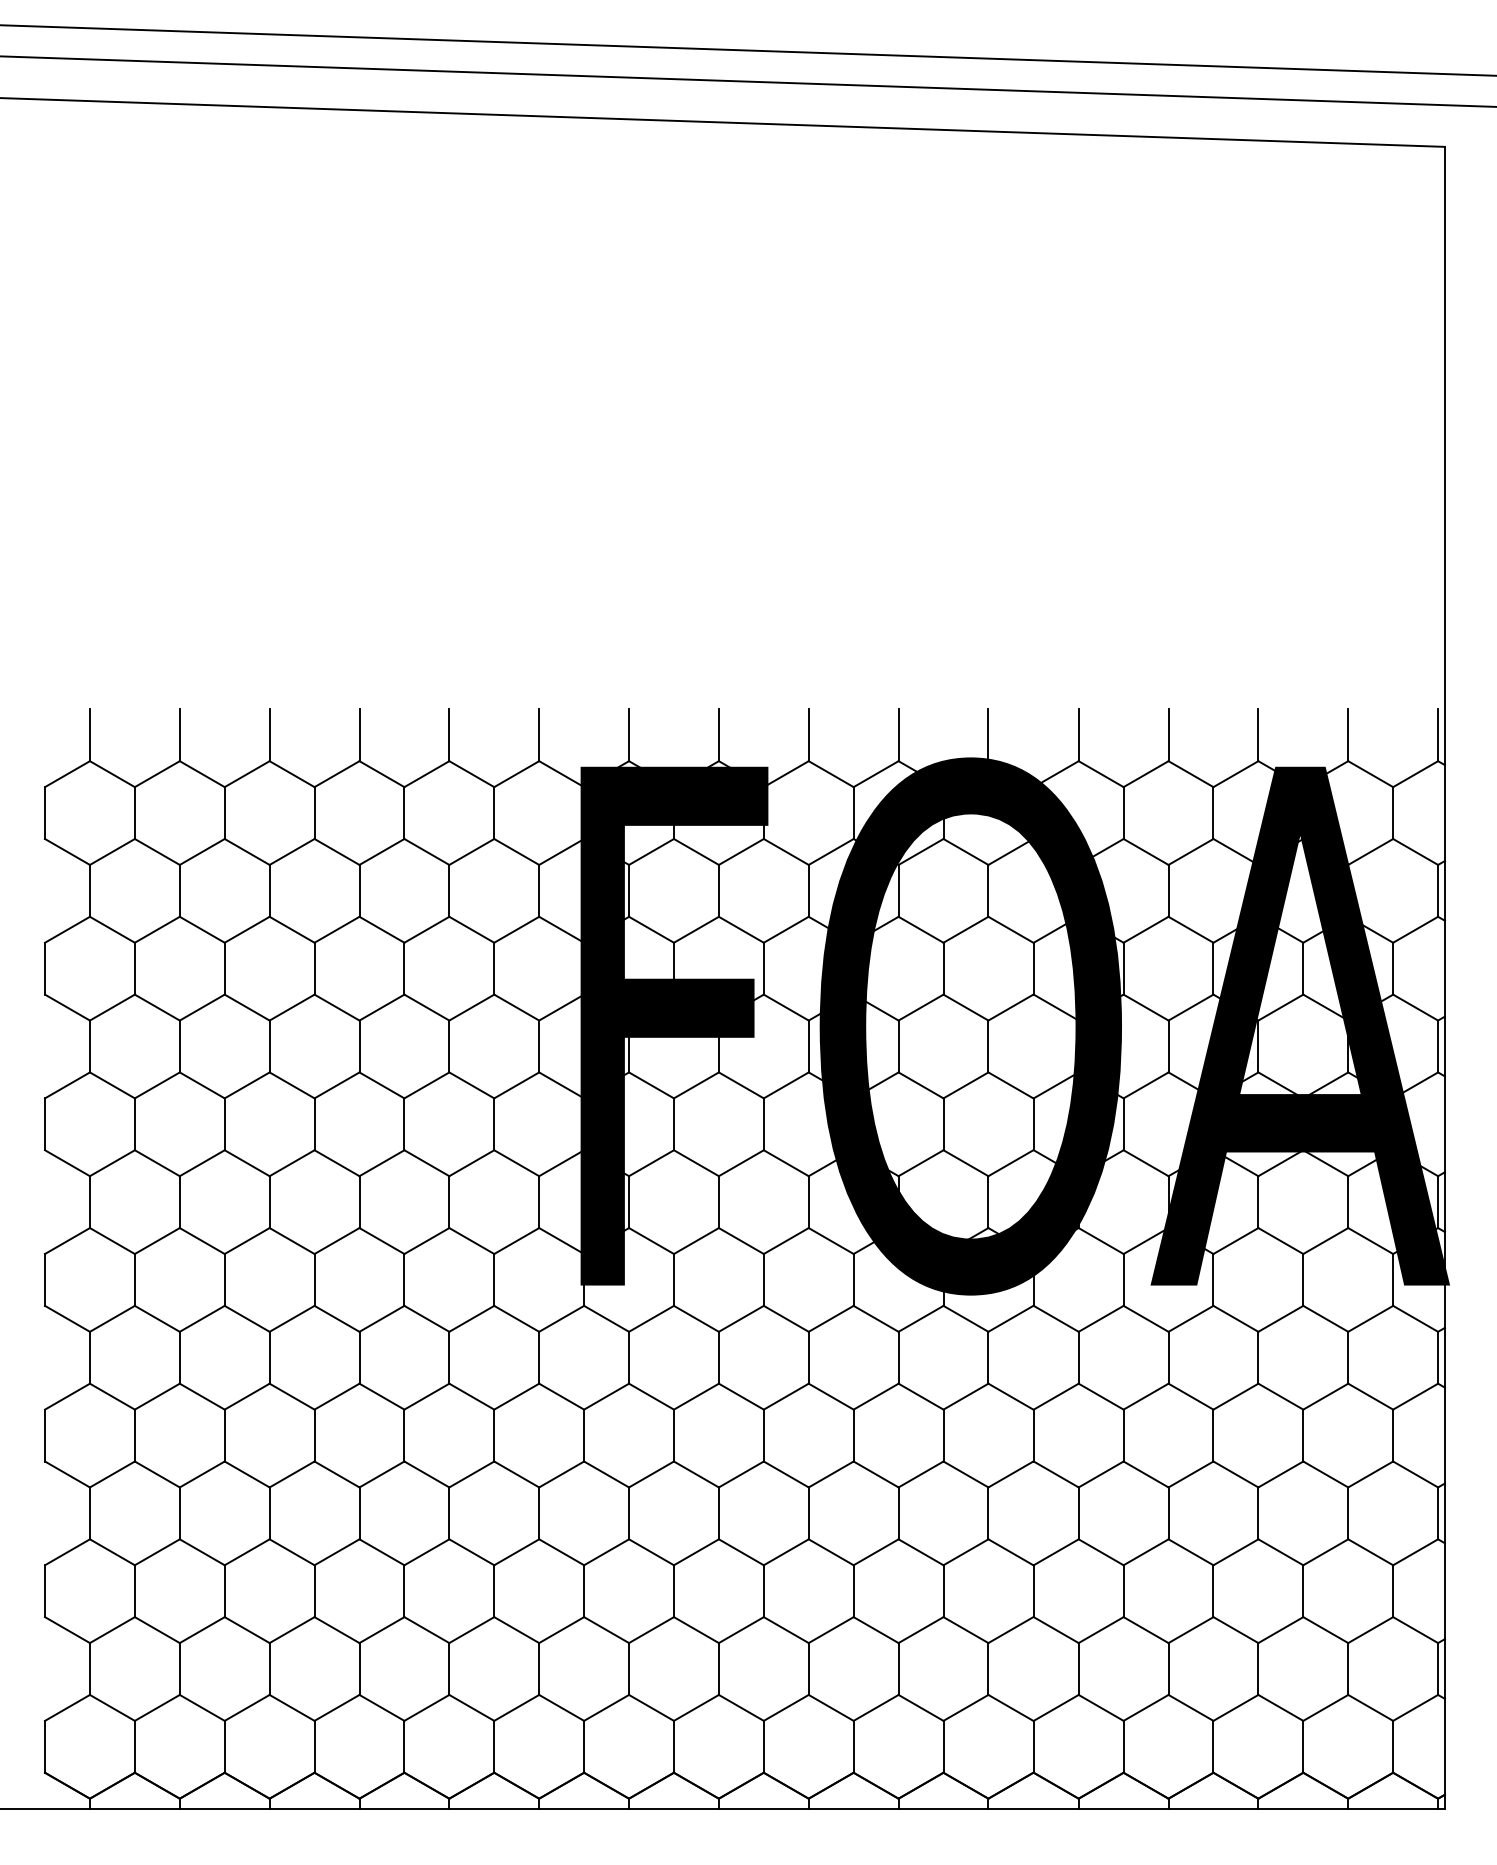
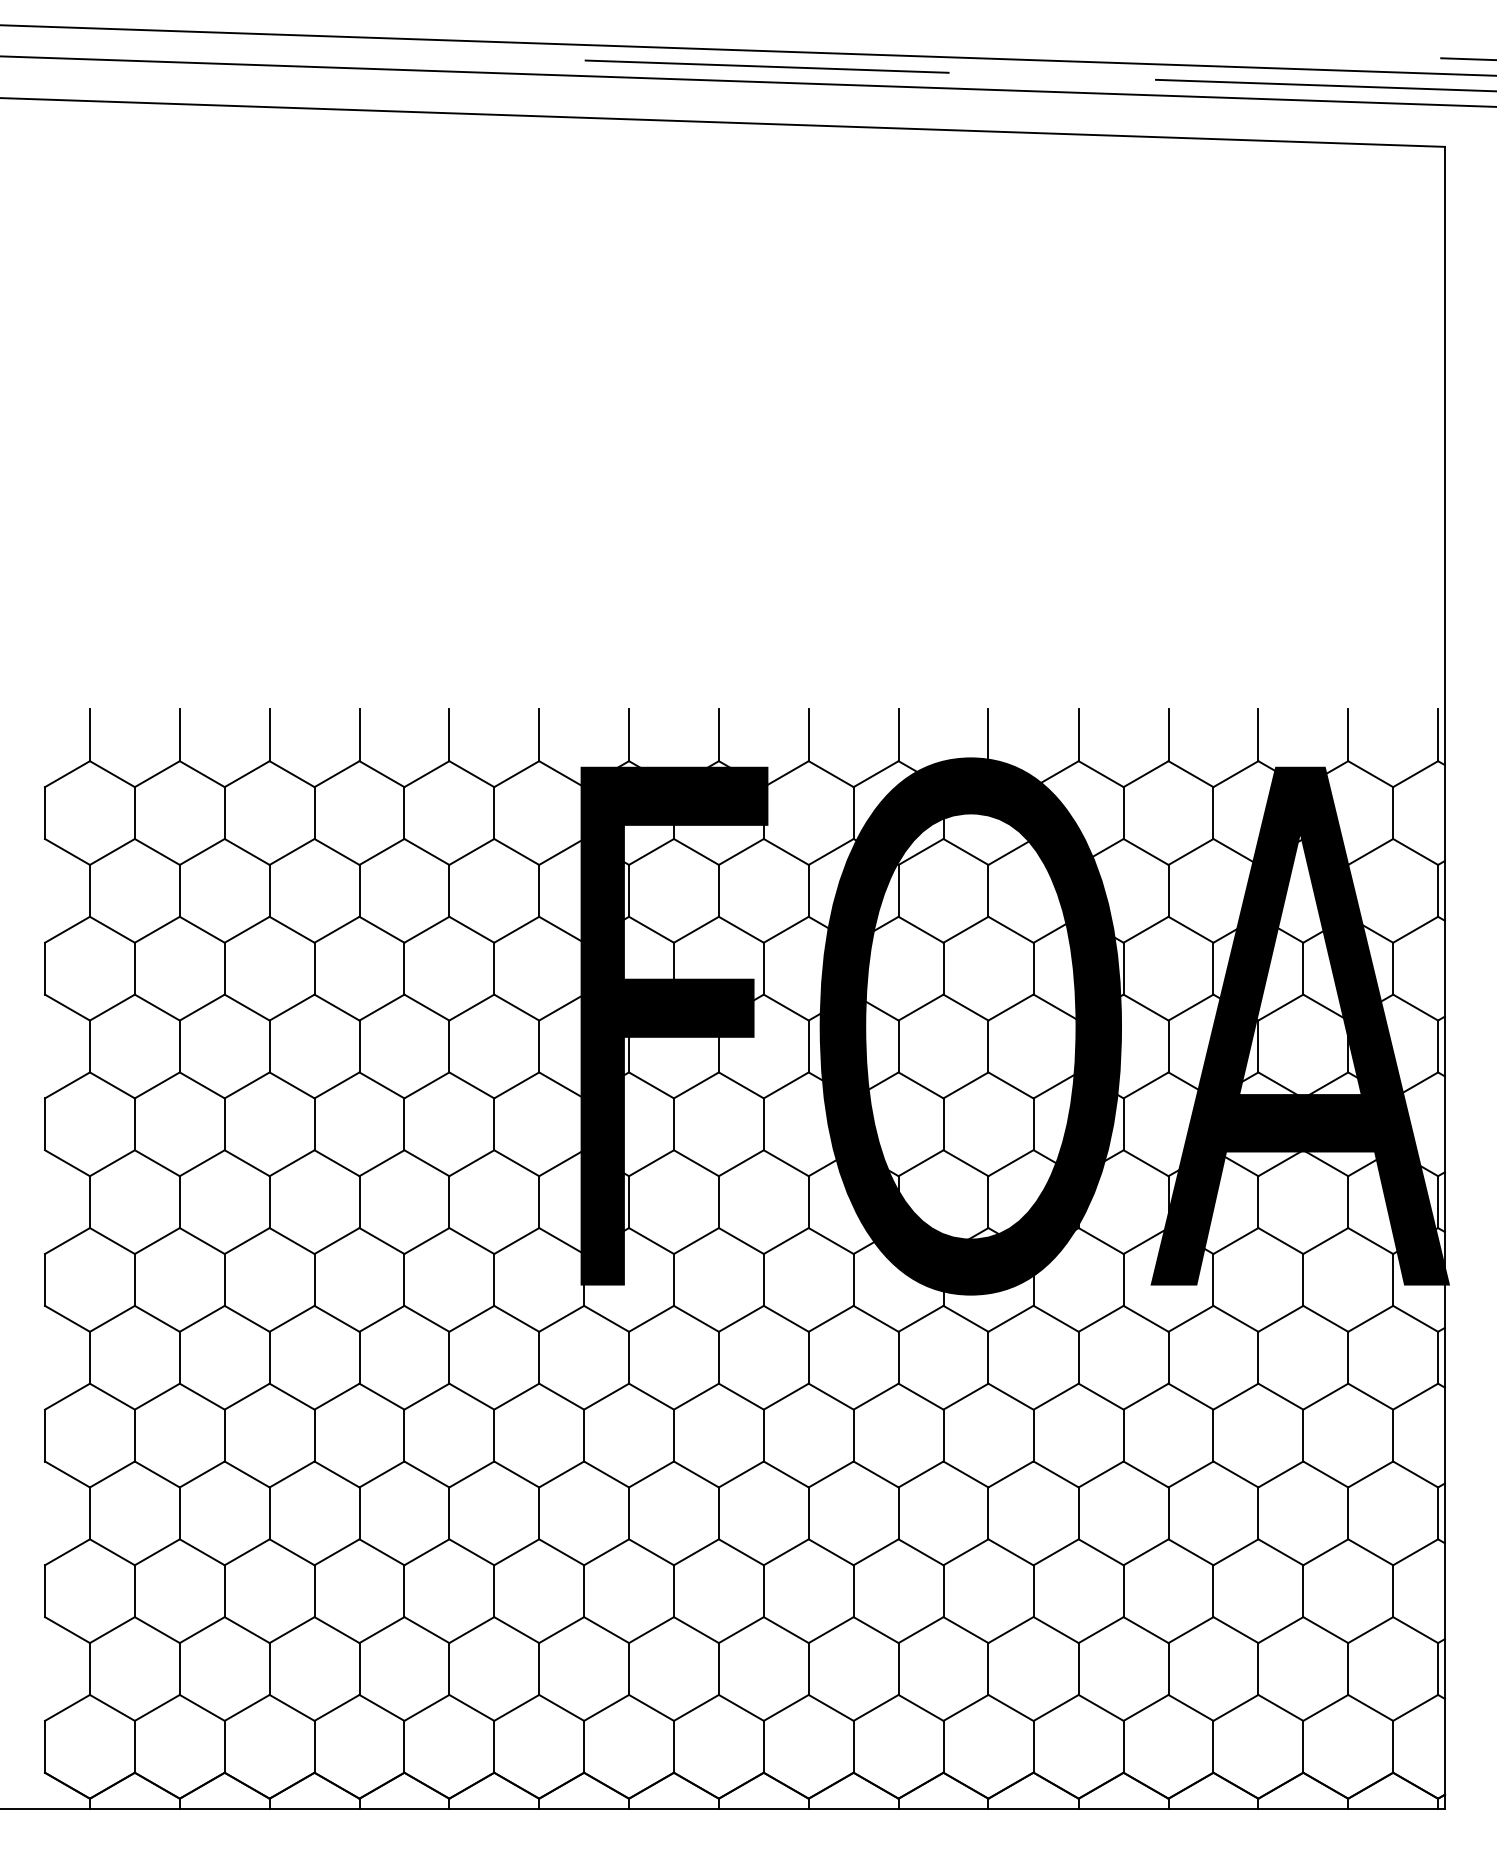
line at (1467, 59): none -> present
line at (766, 66): none -> present
line at (1324, 85): none -> present
